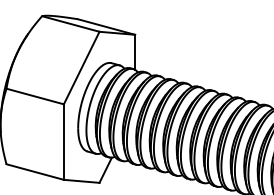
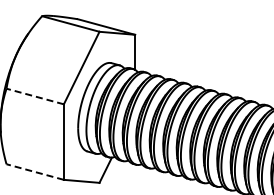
line at (35, 96): solid -> dashed
line at (35, 172): solid -> dashed
